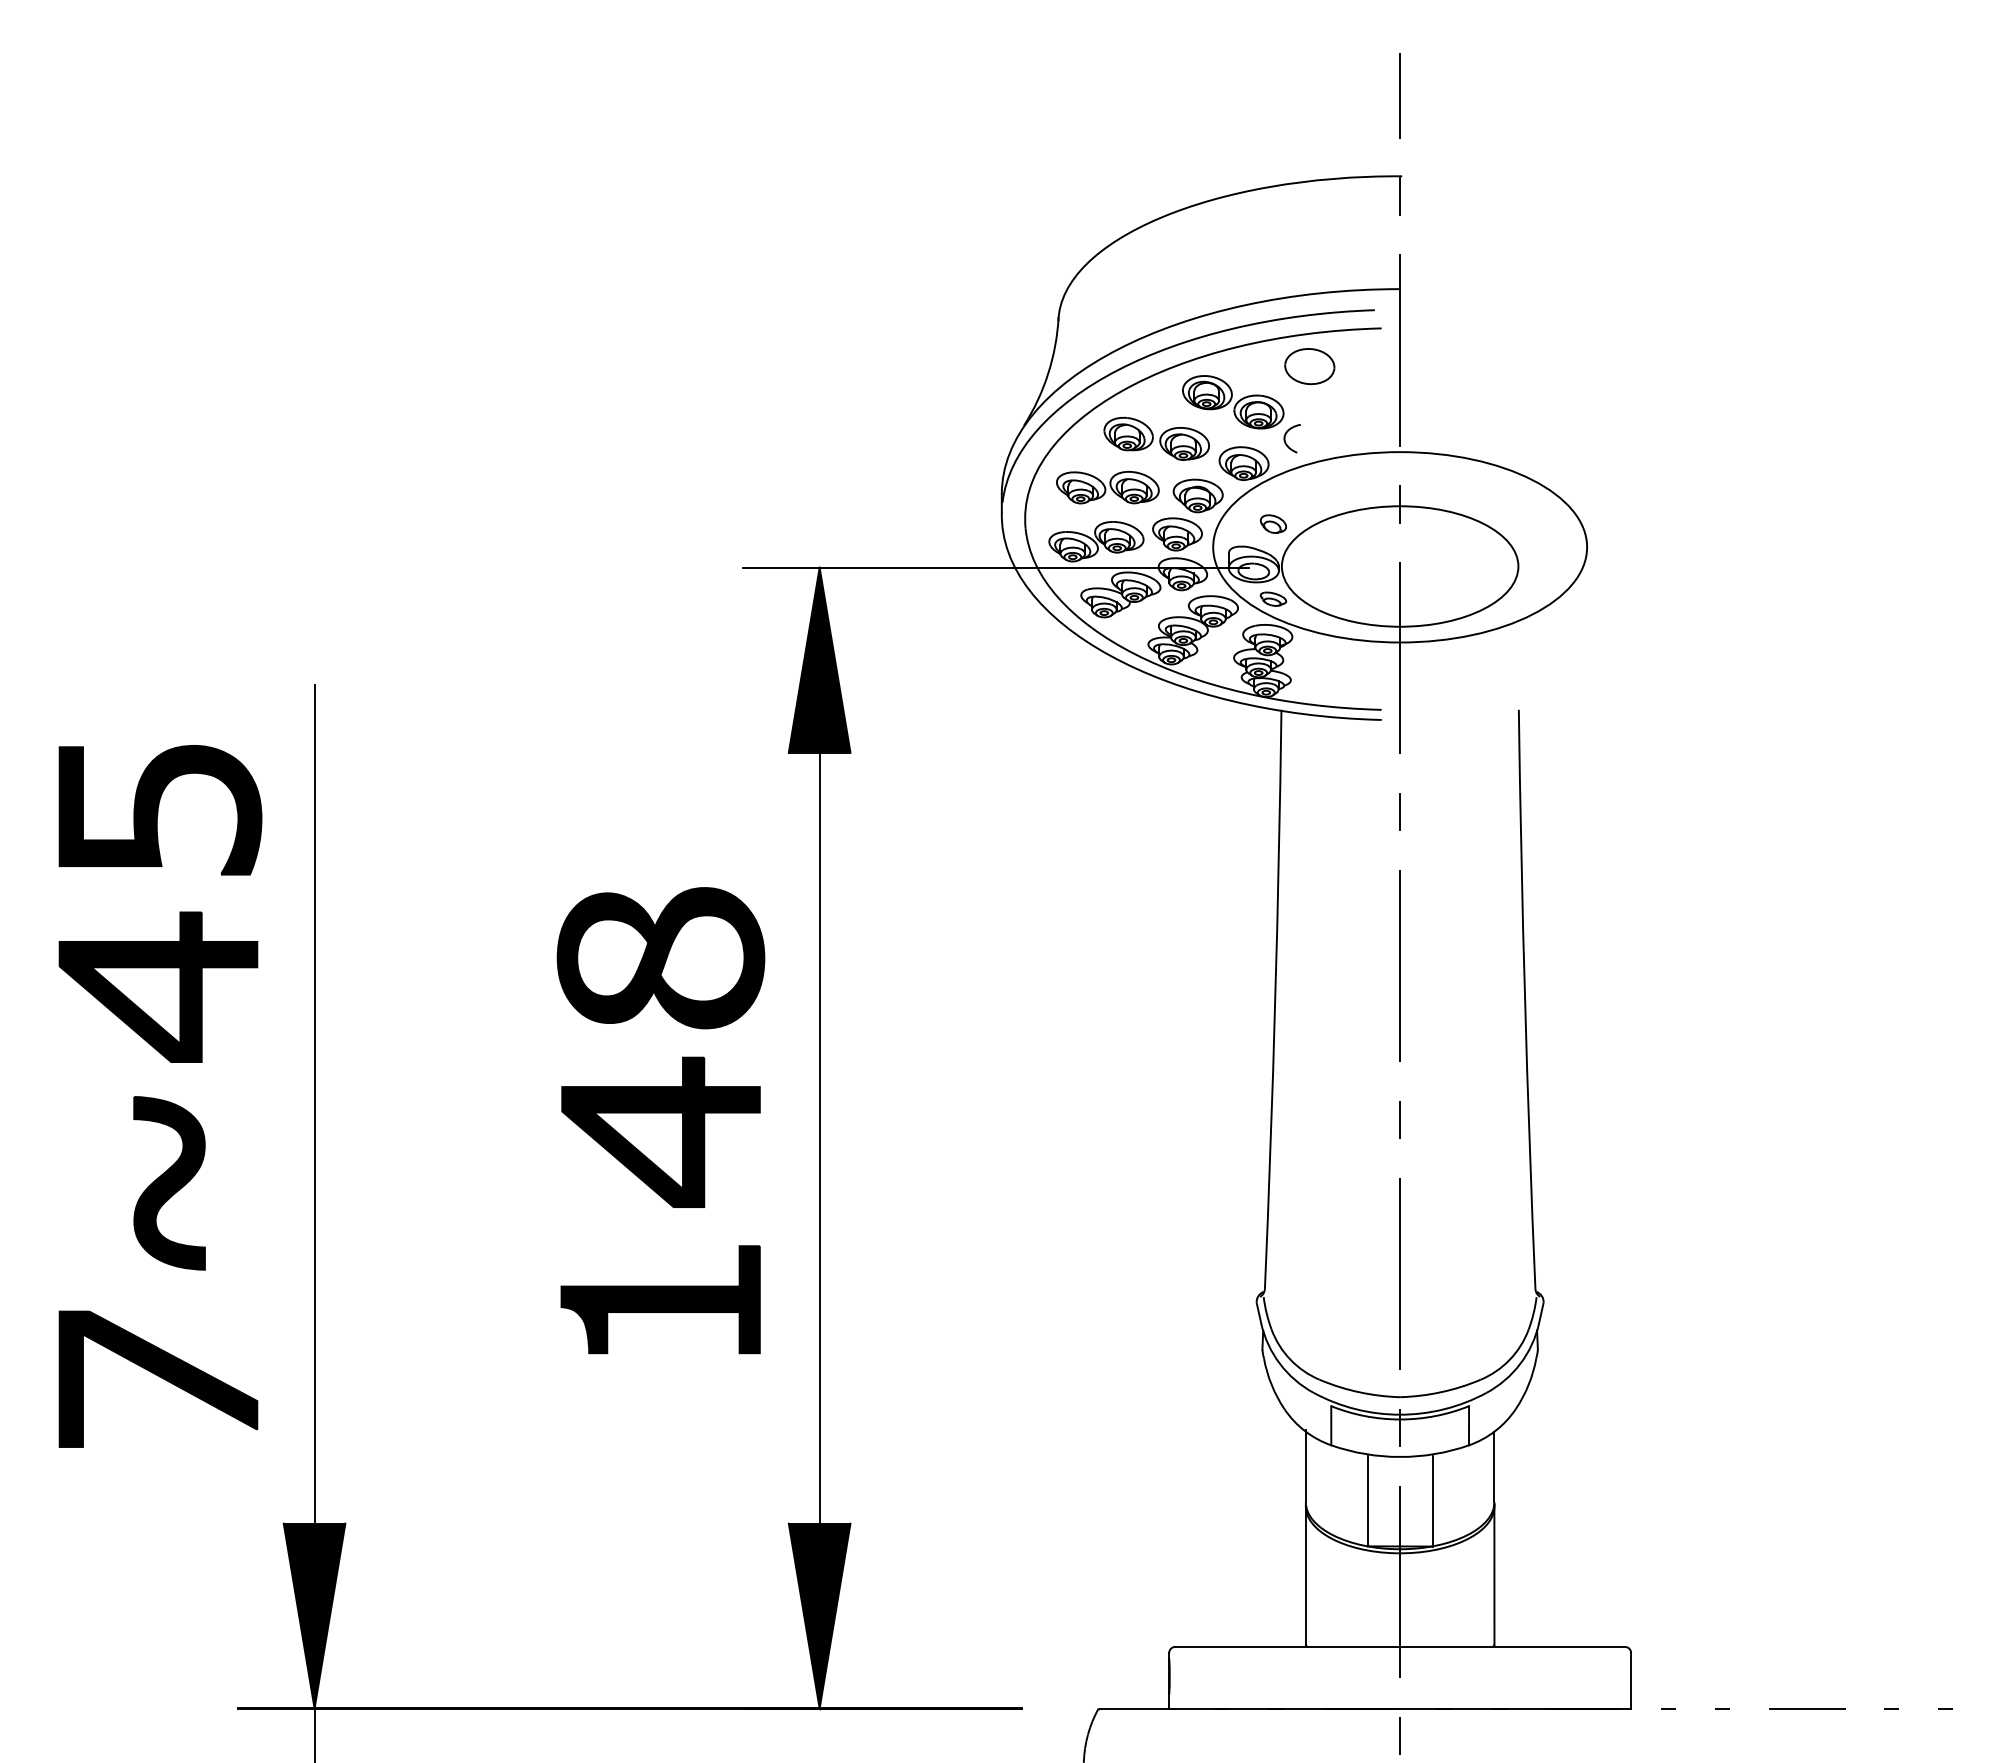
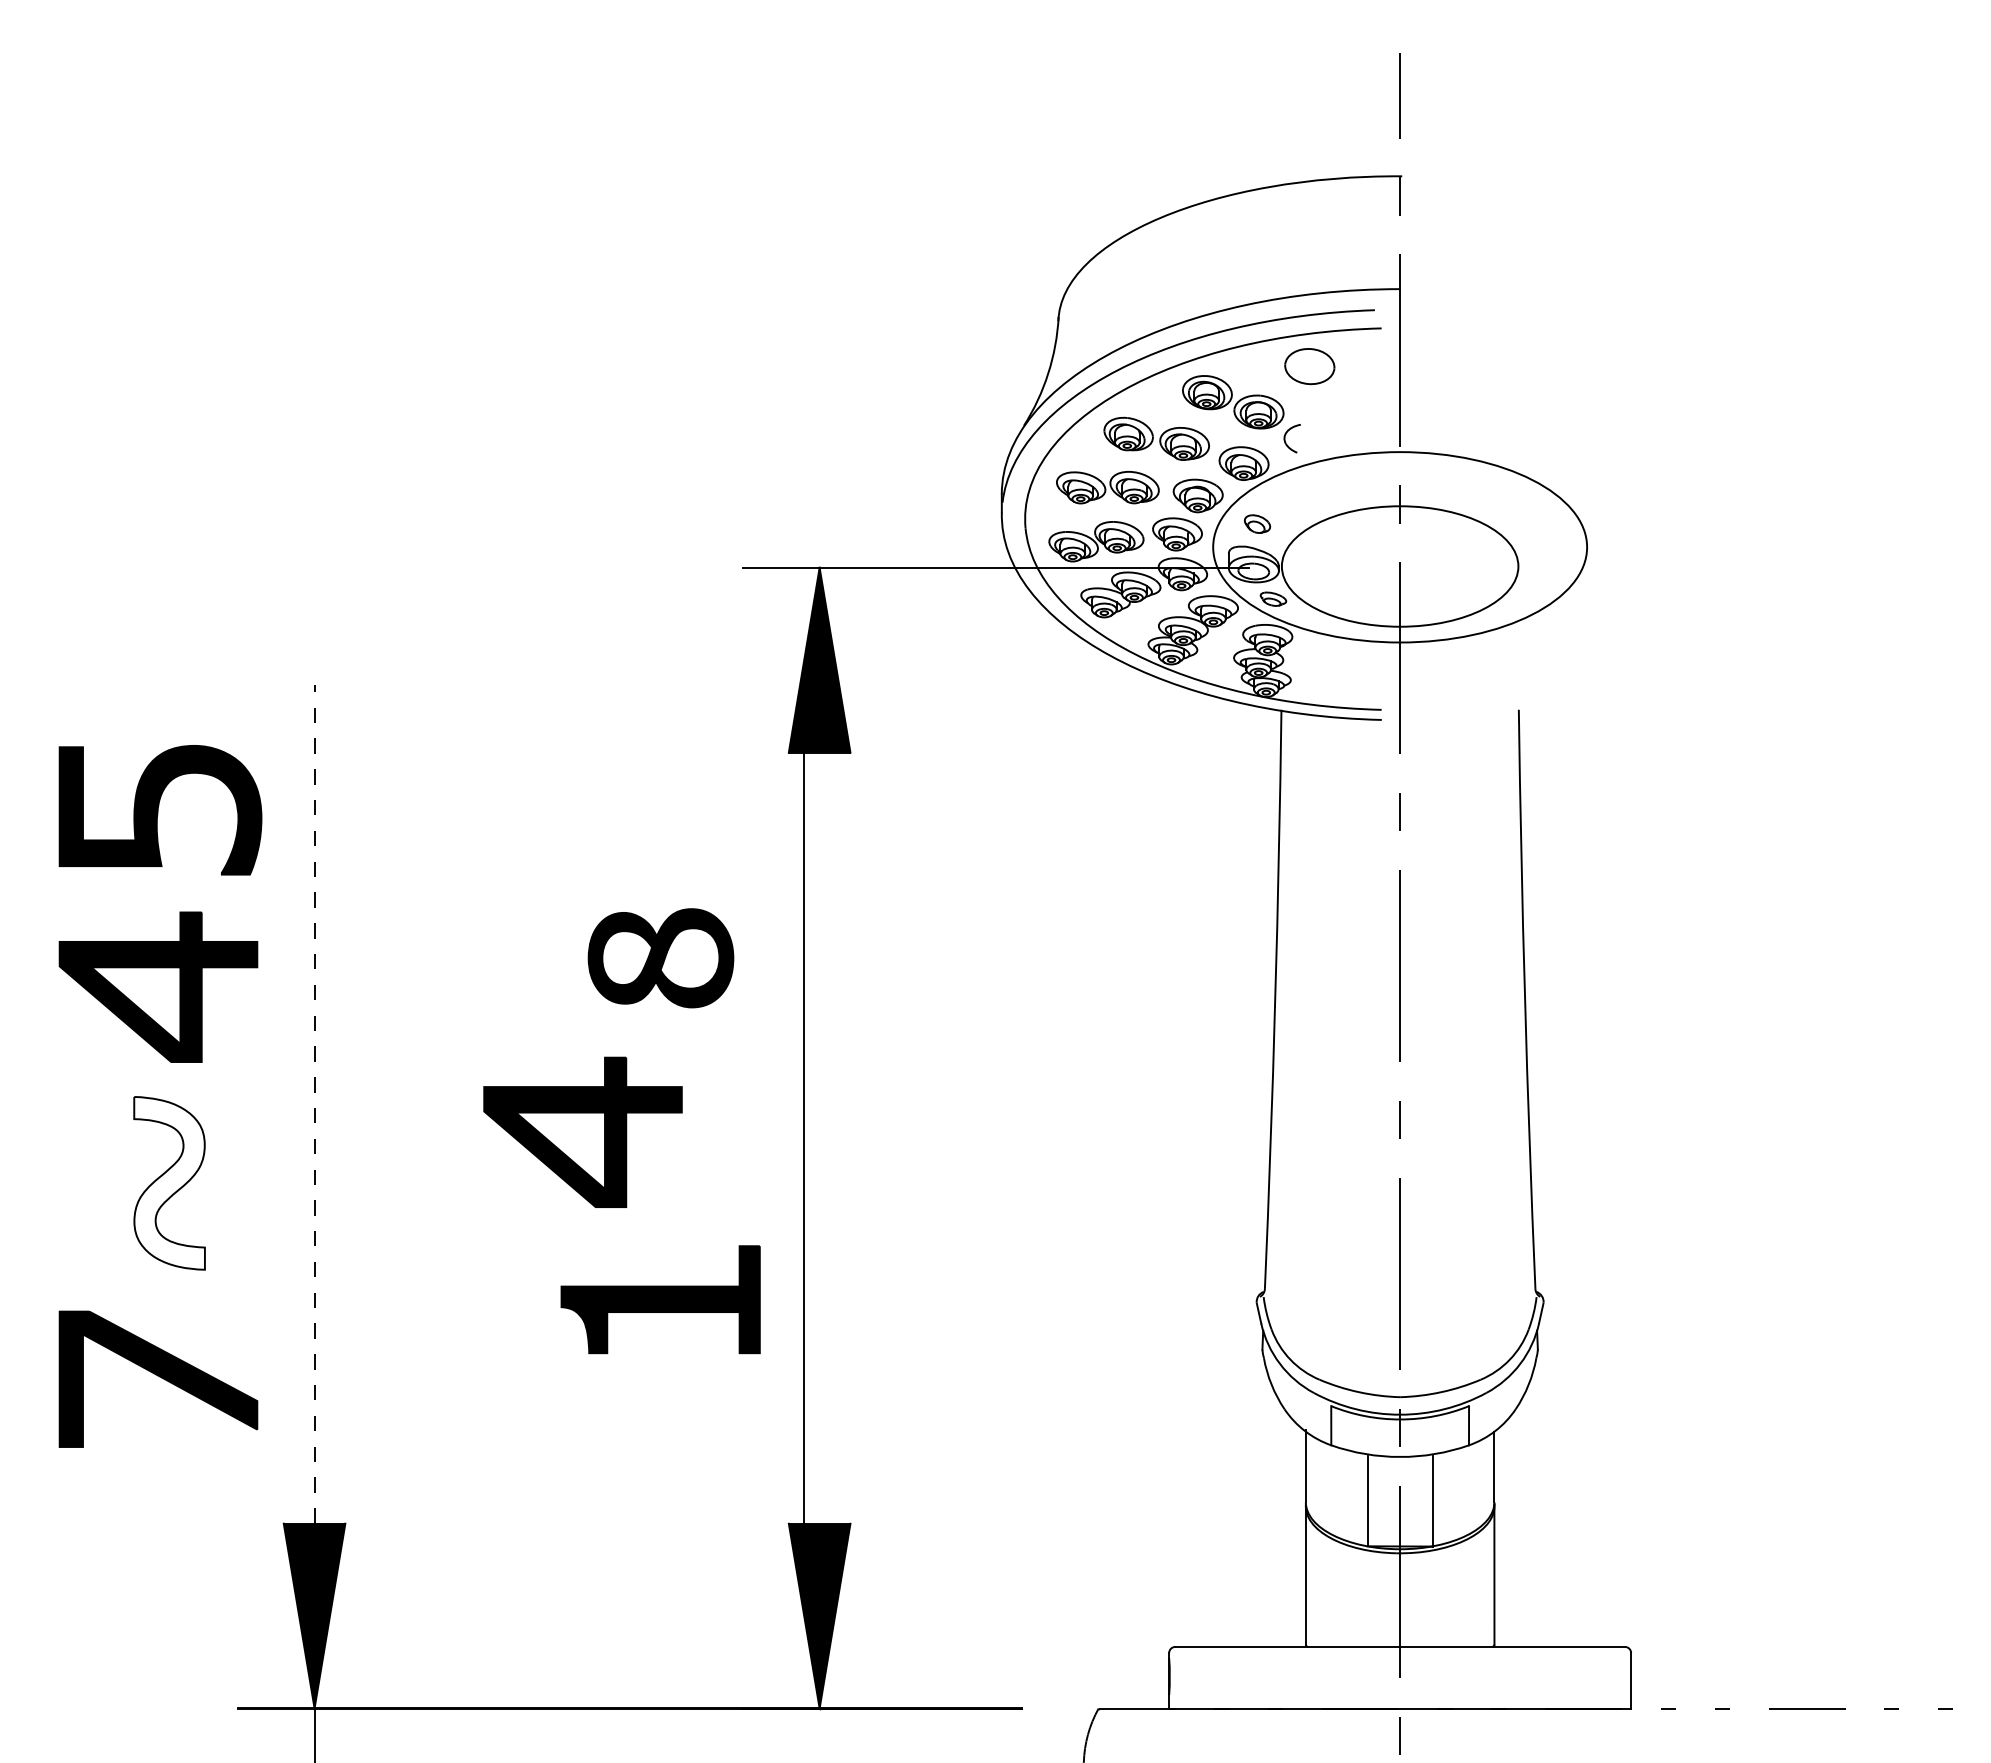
part at (1273, 523) position: (1273, 523) -> (1257, 523)
part at (660, 958) size: 210x143 px -> 148x101 px
line at (314, 1103): solid -> dashed
part at (660, 1131) position: (660, 1131) -> (582, 1131)
line at (819, 1137) position: (819, 1137) -> (803, 1137)
fill at (169, 1182): present -> none
